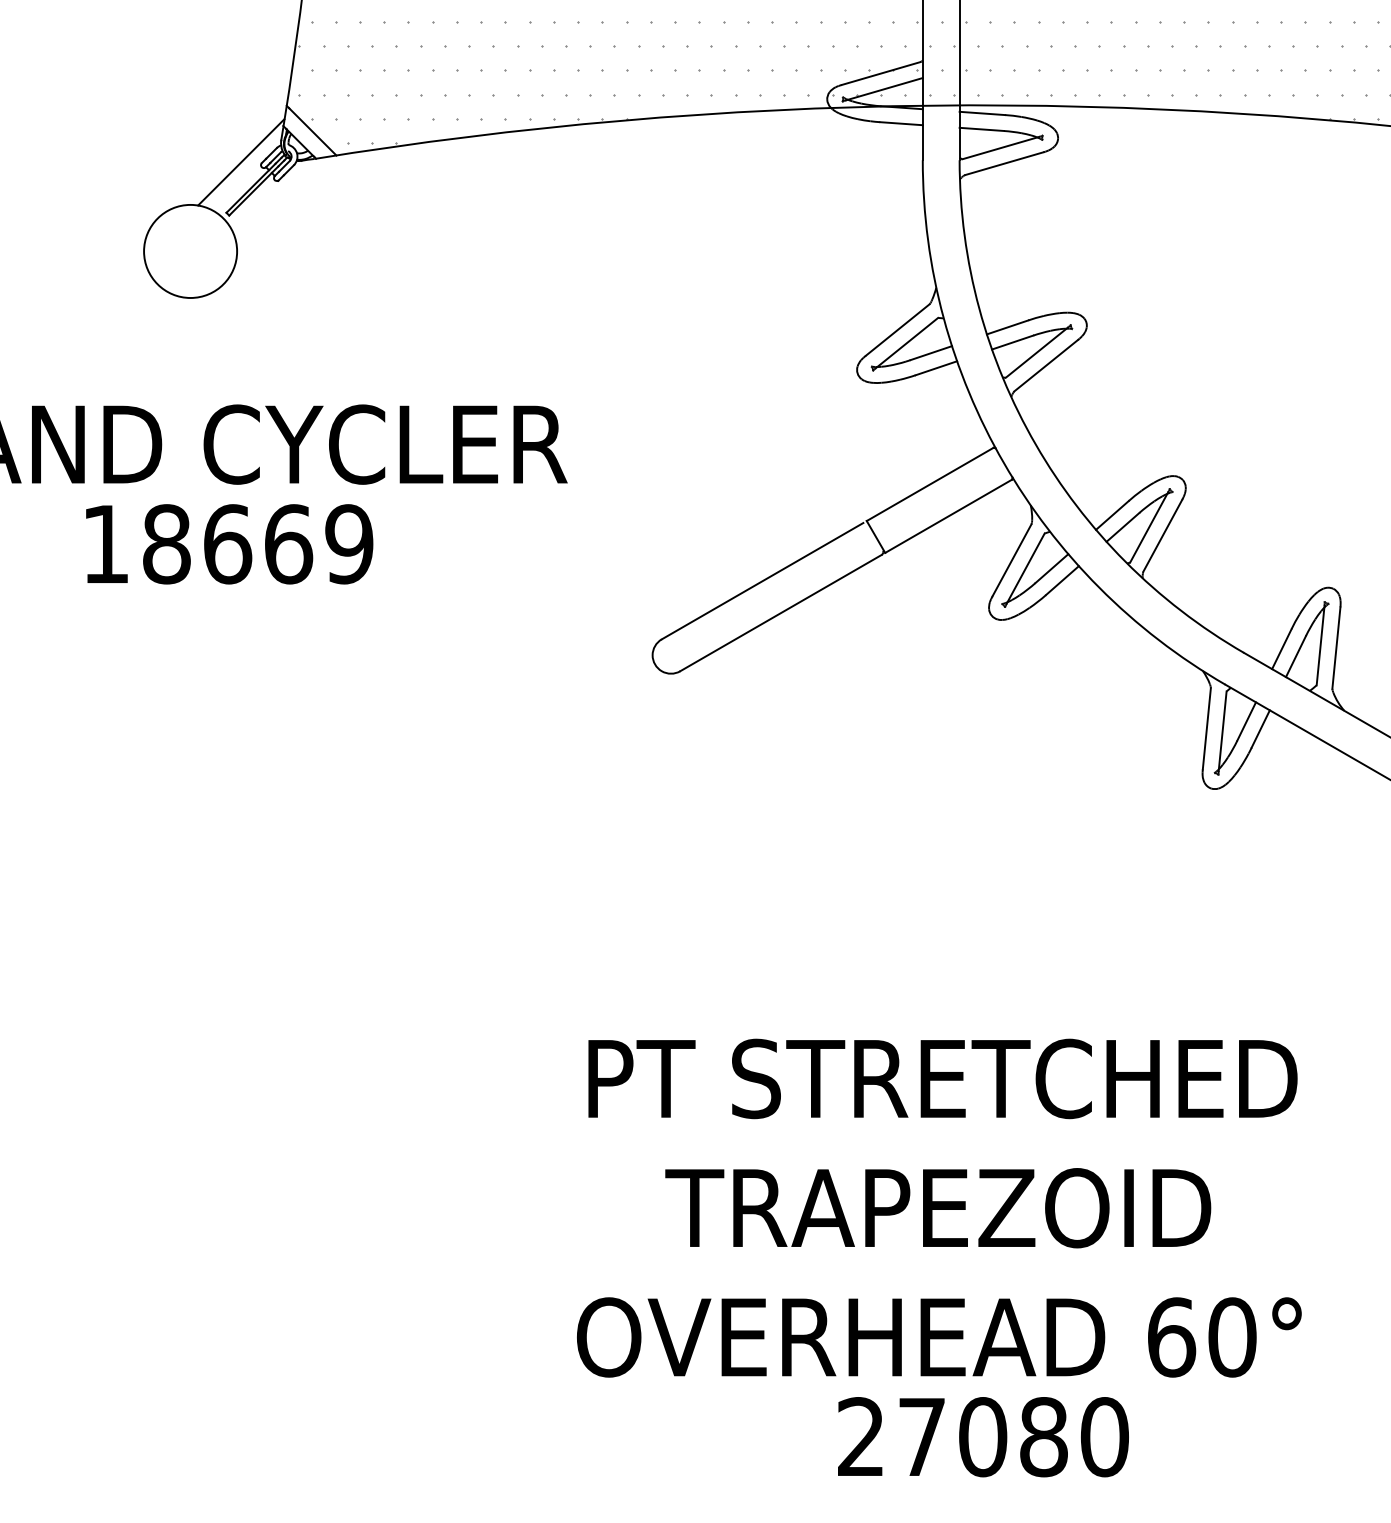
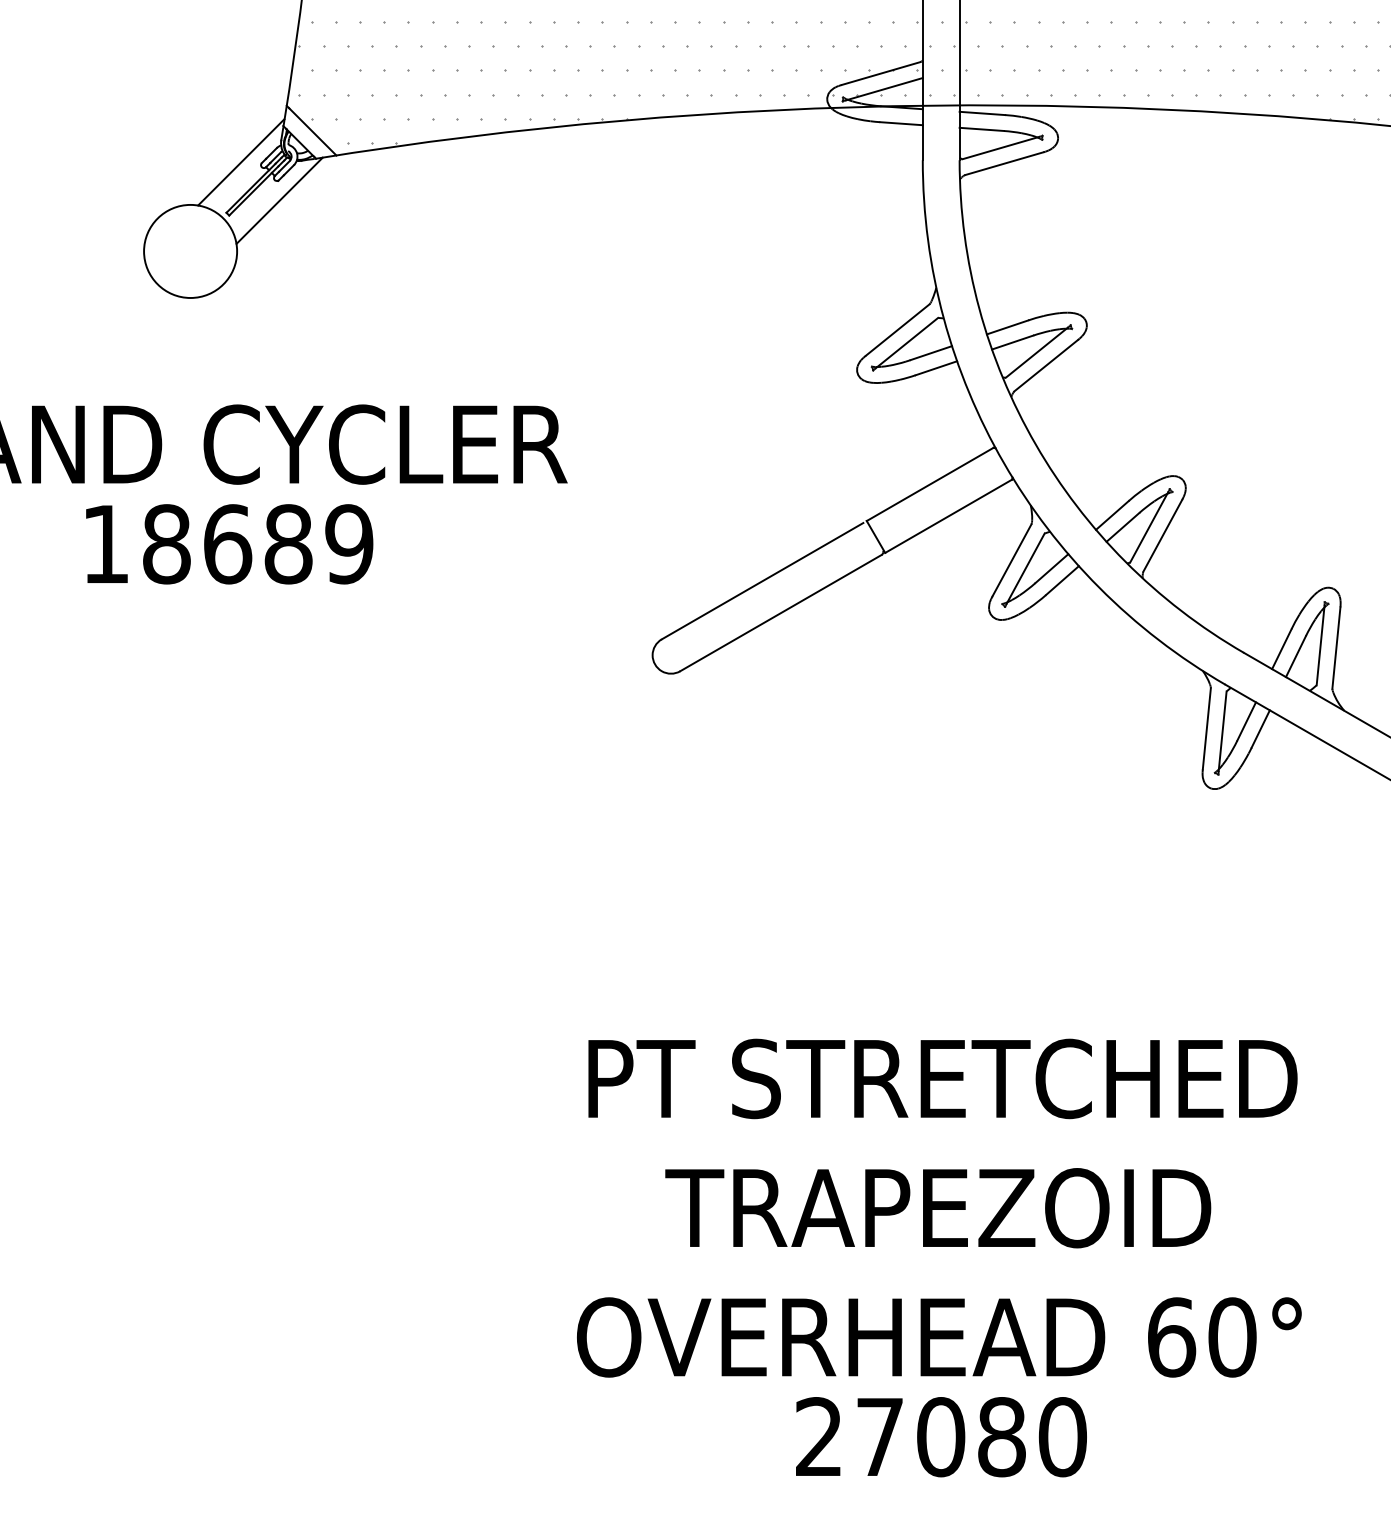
line at (279, 200): none -> present
text at (288, 544): 18669 -> 18689
text at (983, 1437) position: (983, 1437) -> (941, 1437)
